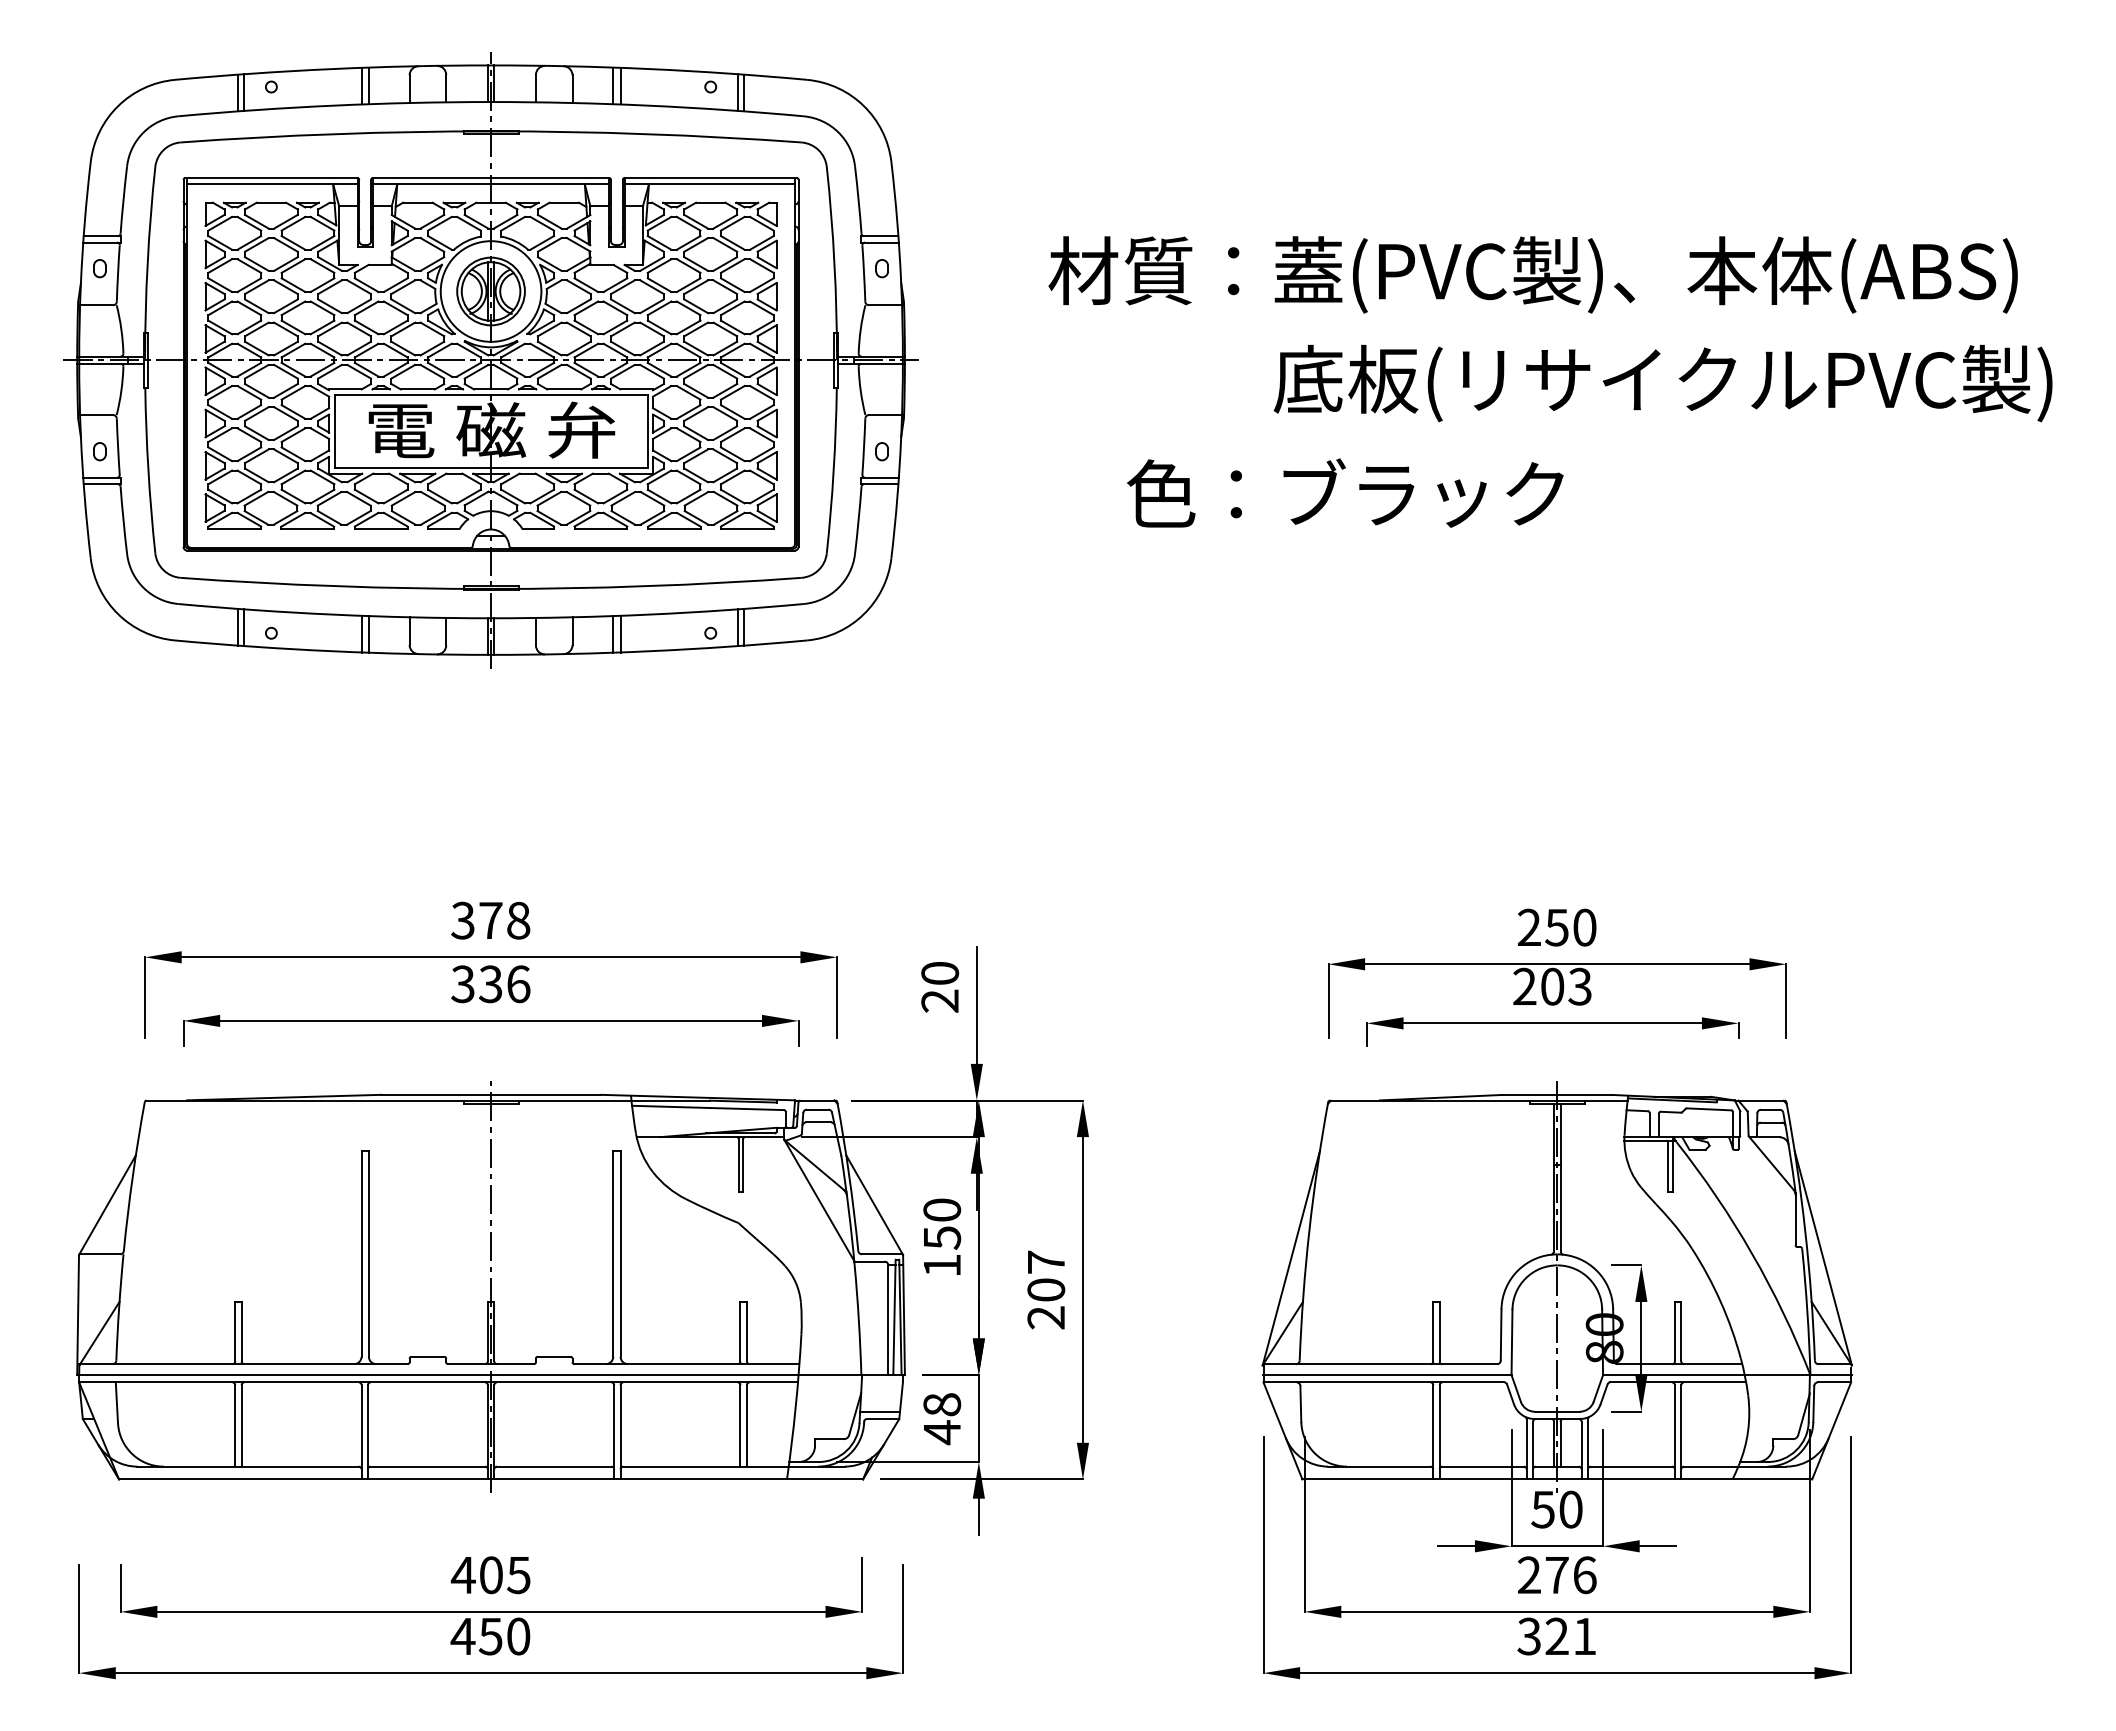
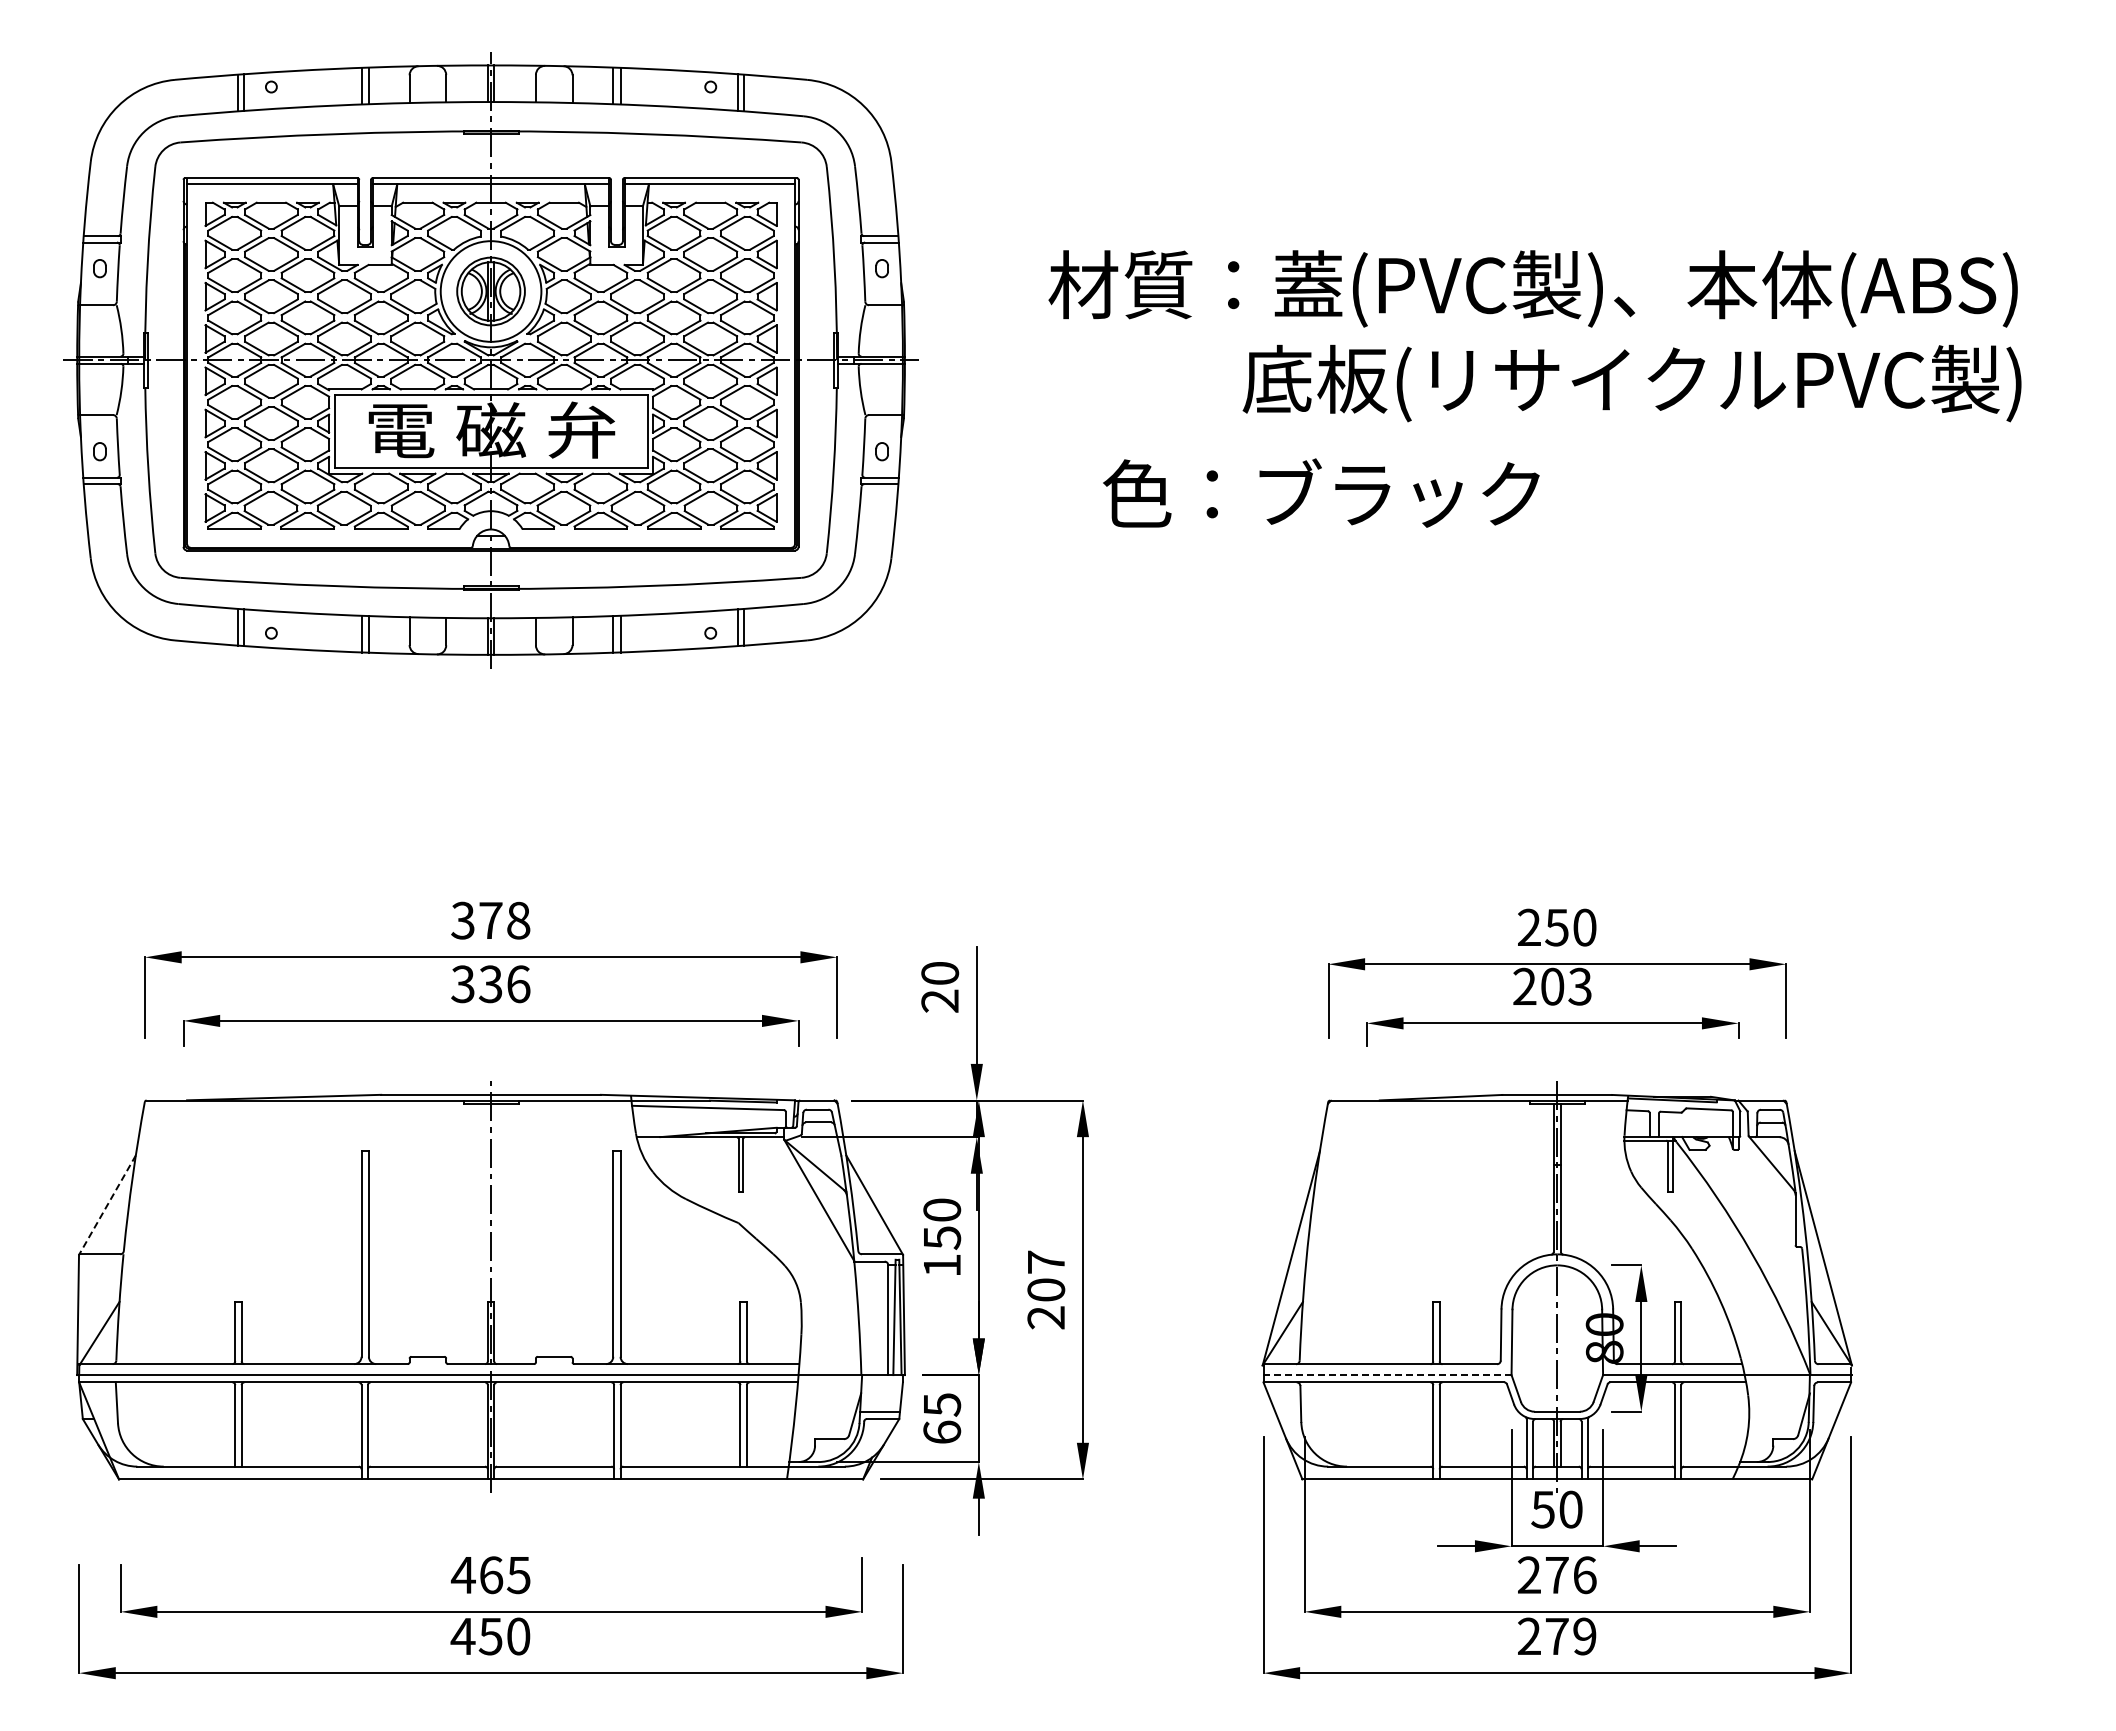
text at (1532, 274) position: (1532, 274) -> (1532, 288)
text at (1662, 383) position: (1662, 383) -> (1631, 383)
text at (1345, 492) position: (1345, 492) -> (1321, 492)
line at (107, 1205): solid -> dashed
line at (1386, 1375): solid -> dashed
text at (942, 1419): 48 -> 65
text at (491, 1575): 405 -> 465
text at (1556, 1636): 321 -> 279
